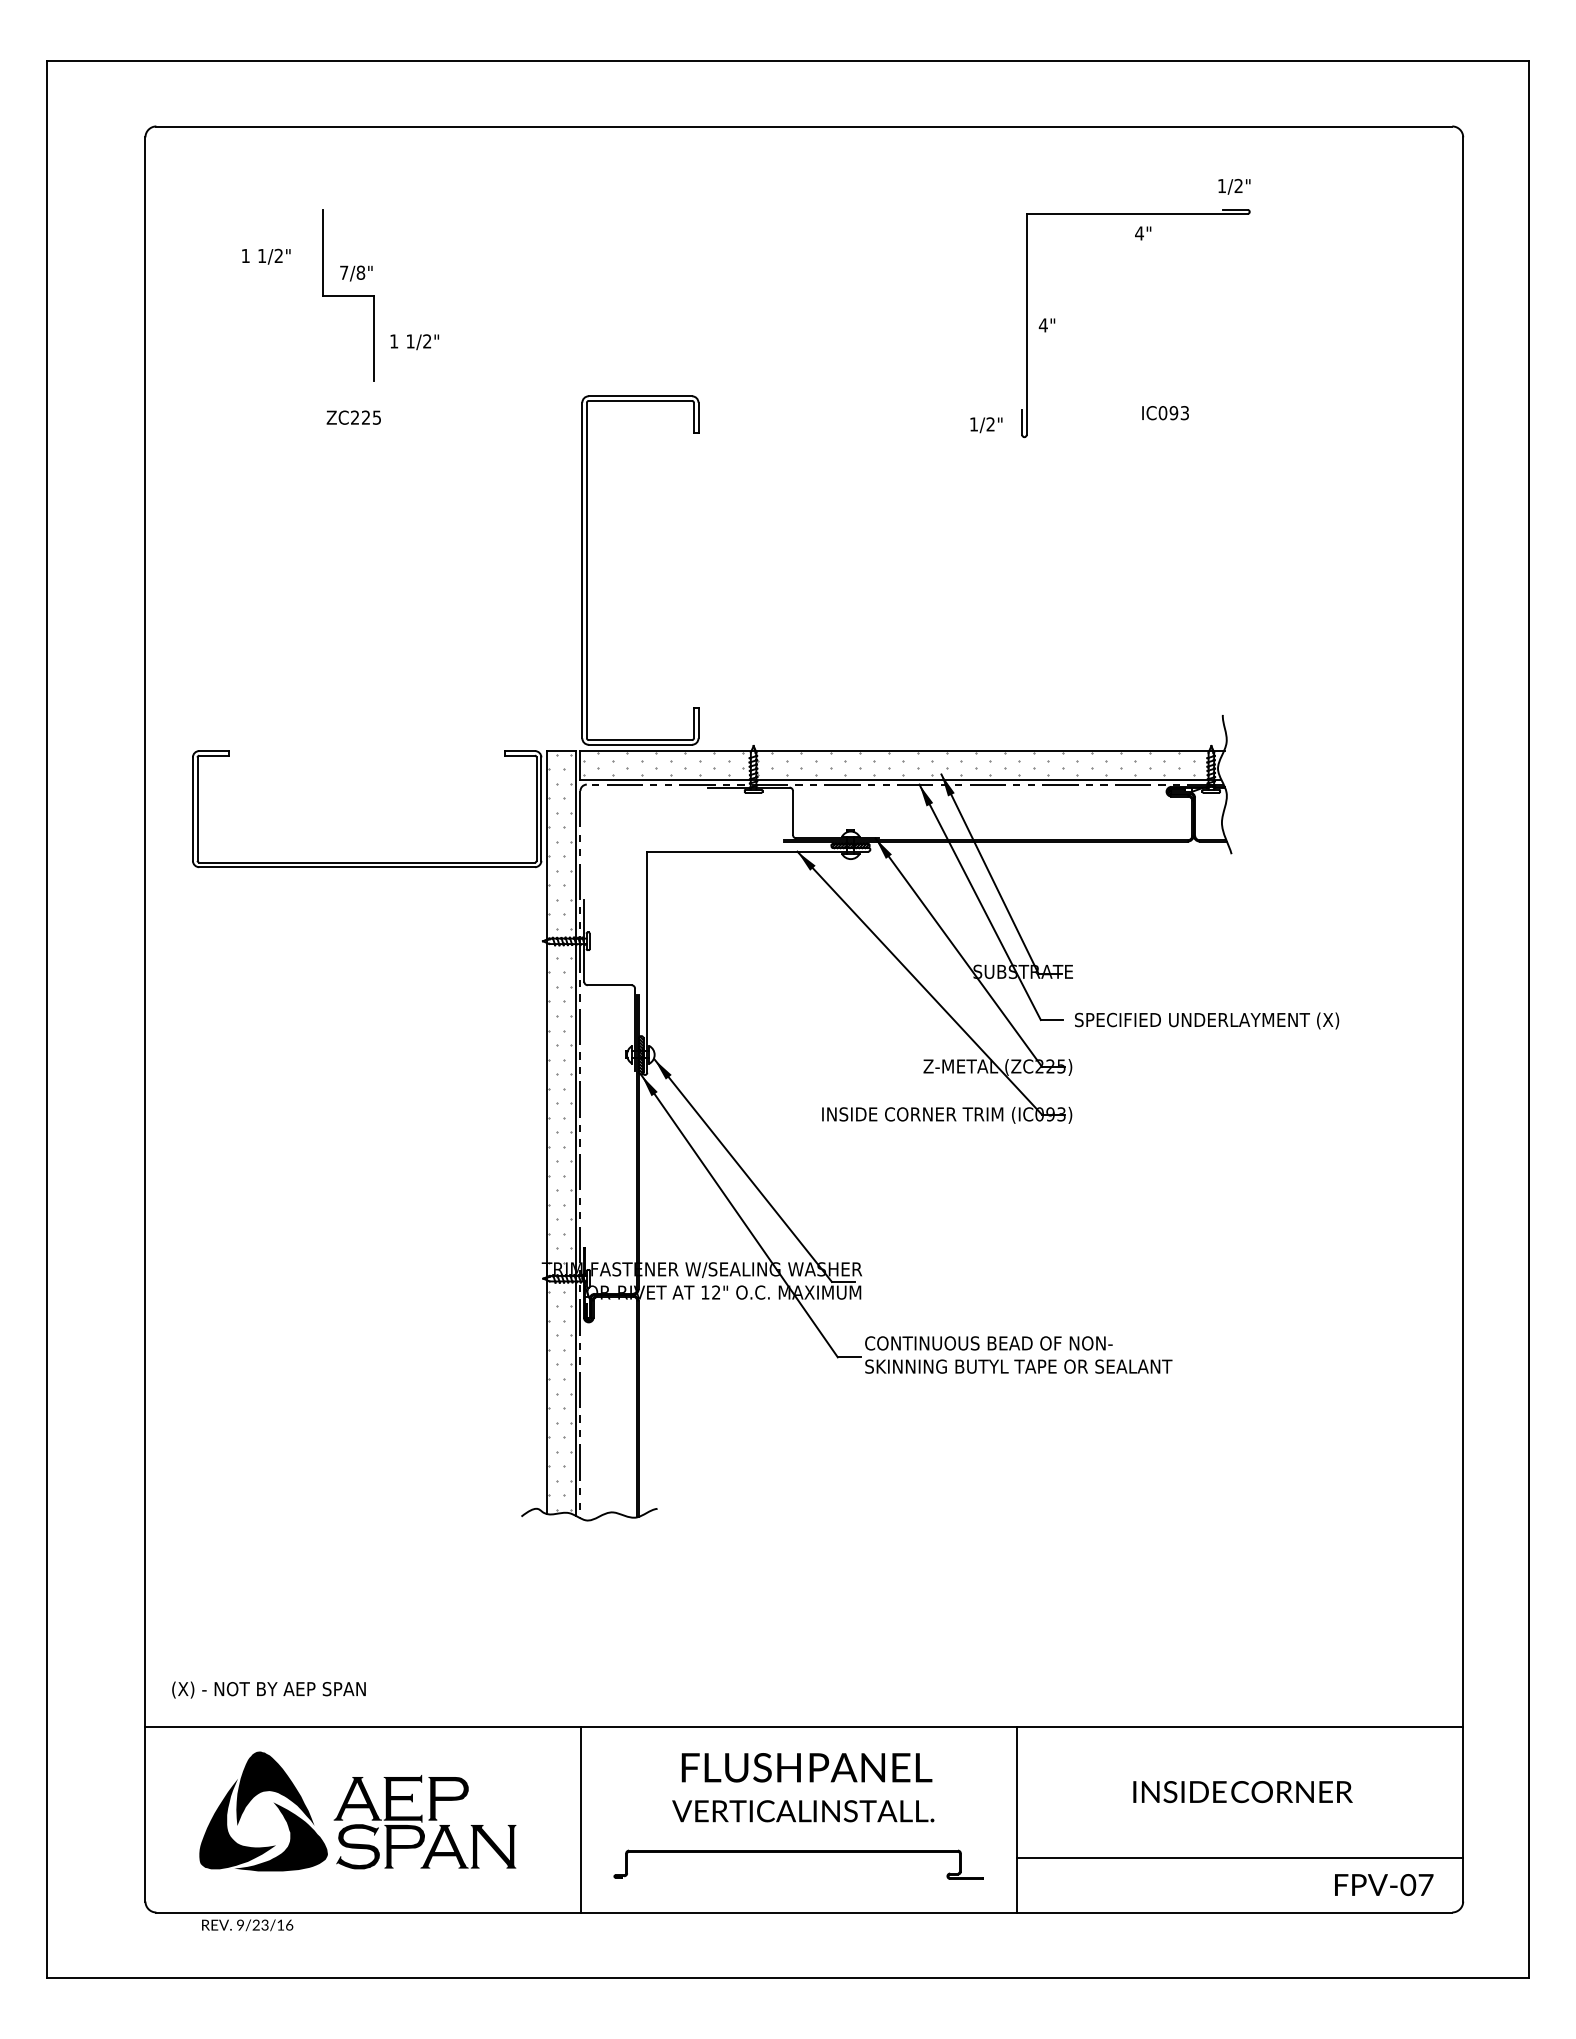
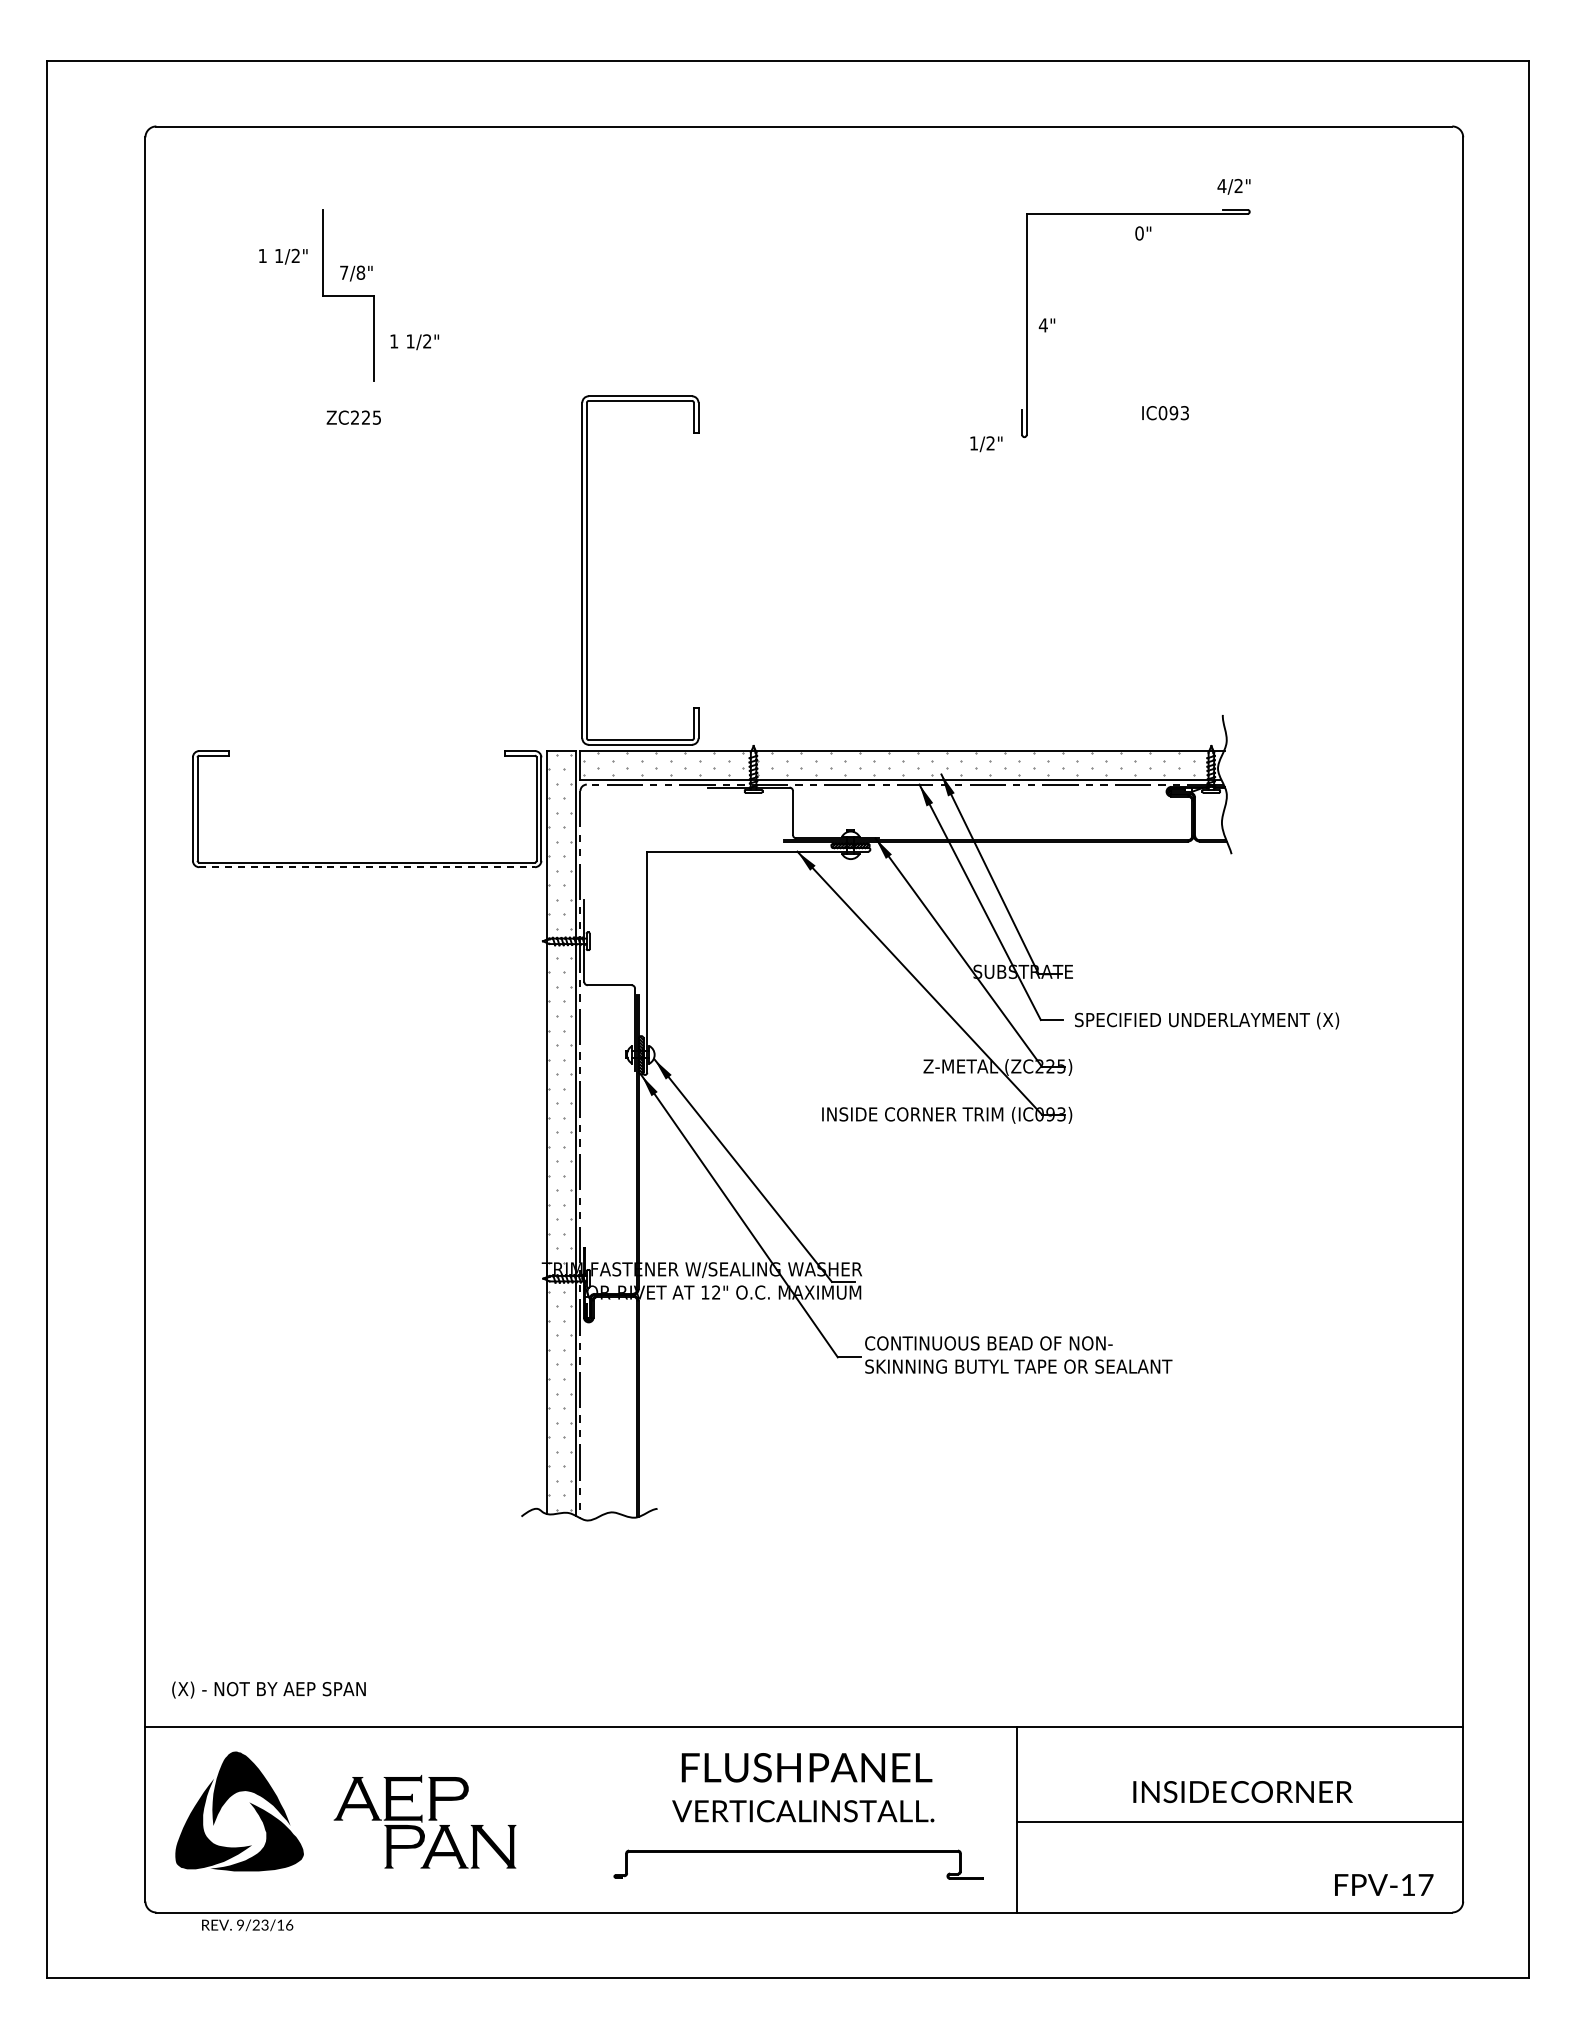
text at (1221, 185): 1/2" -> 4/2"
text at (1139, 233): 4" -> 0"
text at (266, 256) position: (266, 256) -> (283, 256)
text at (986, 425) position: (986, 425) -> (986, 444)
line at (367, 867): solid -> dashed
part at (273, 1802) position: (273, 1802) -> (249, 1802)
line at (581, 1819): present -> none
fill at (357, 1846): present -> none
line at (1239, 1858) position: (1239, 1858) -> (1239, 1822)
text at (1408, 1885): FPV-07 -> FPV-17
